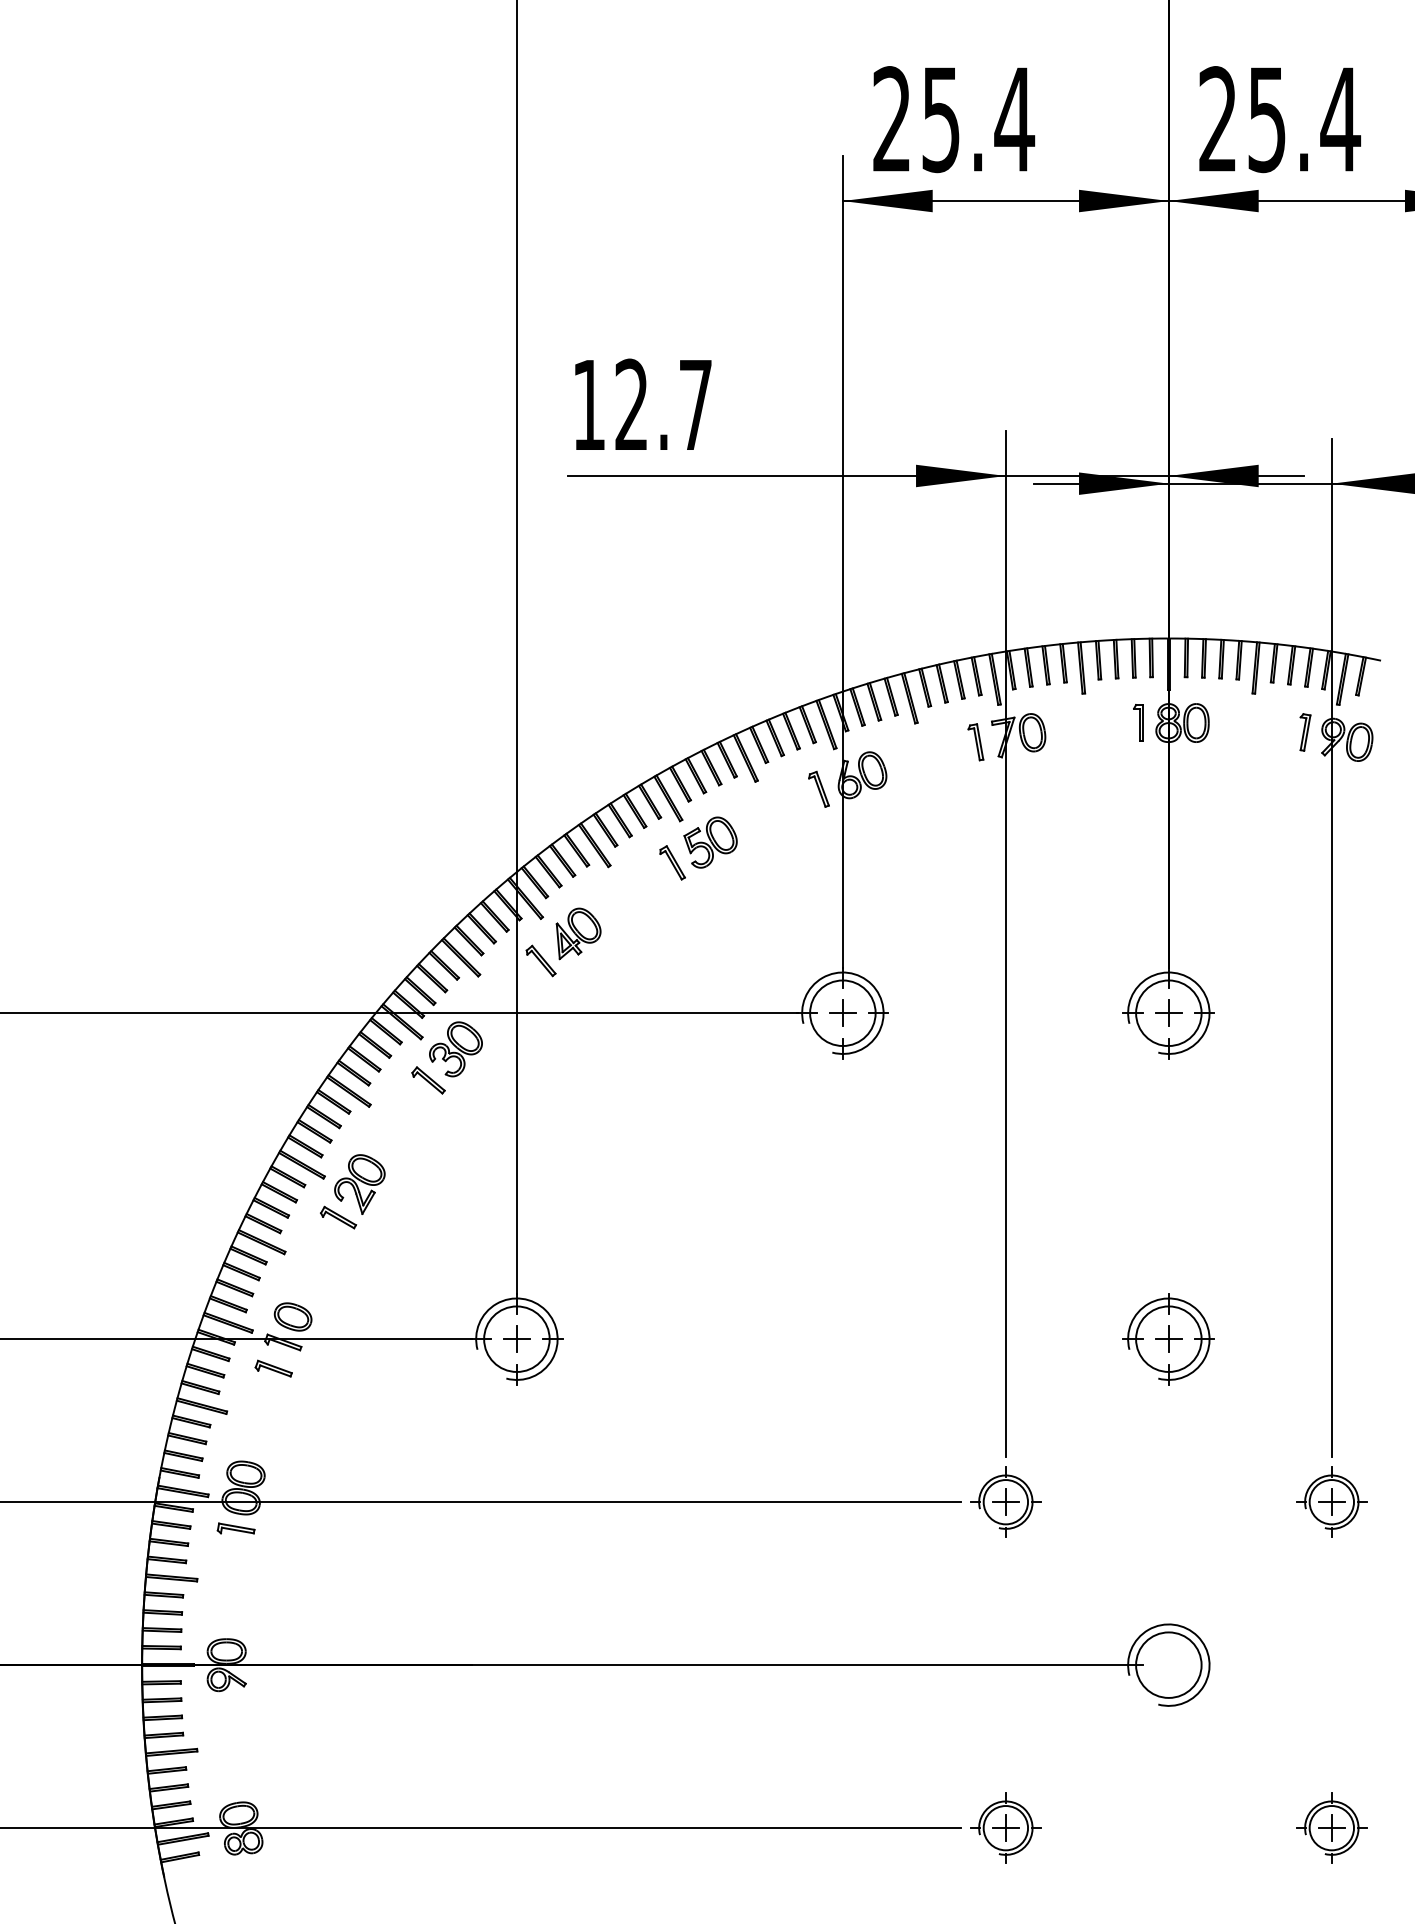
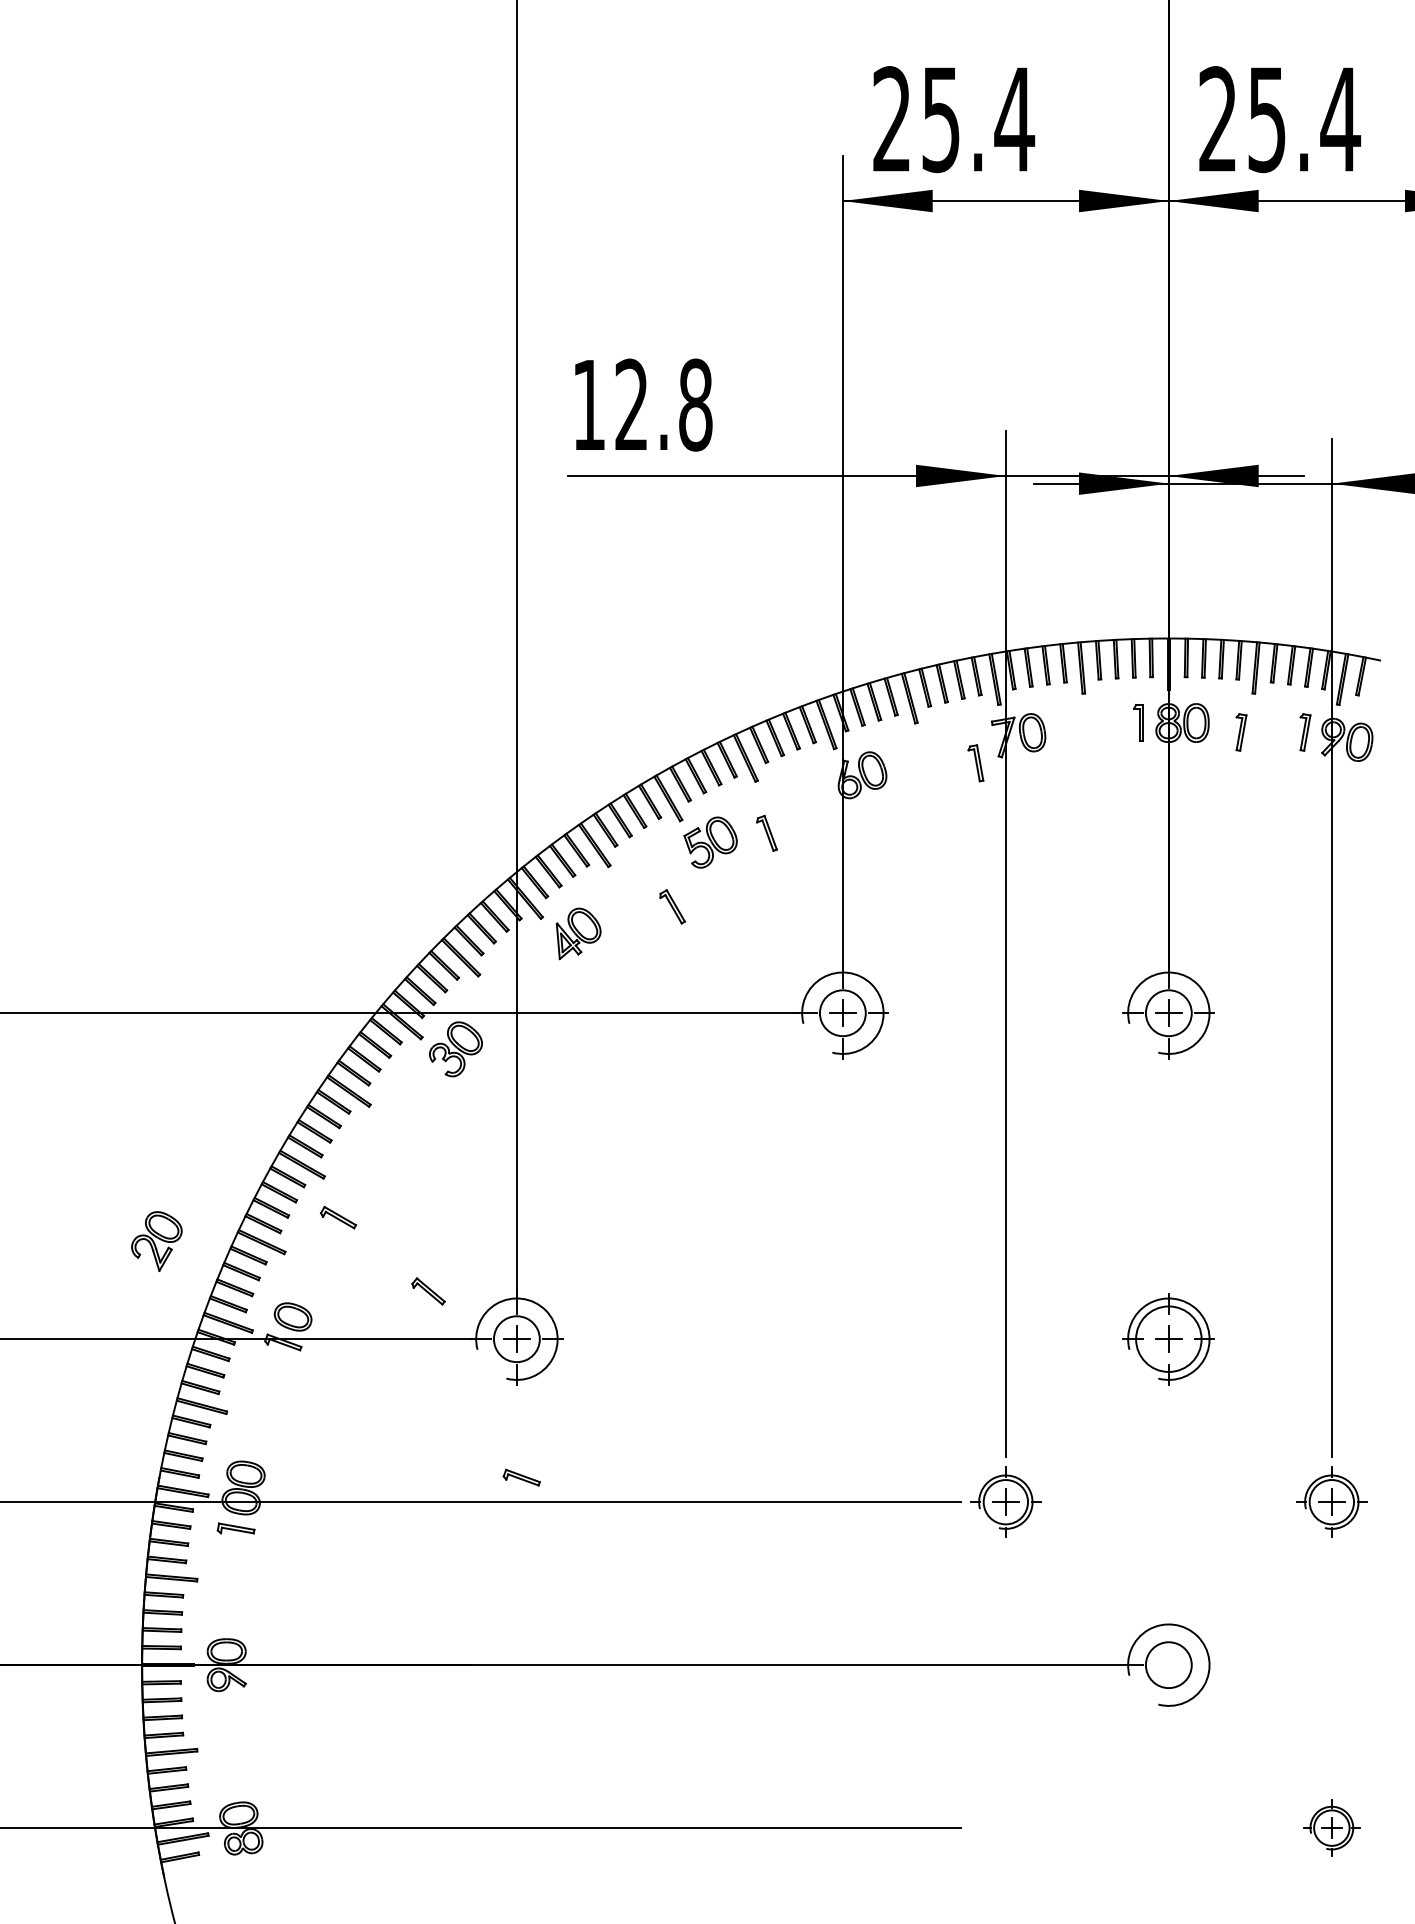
text at (695, 404): 12.7 -> 12.8
part at (1241, 732): none -> present
part at (975, 742) position: (975, 742) -> (975, 763)
part at (818, 788) position: (818, 788) -> (766, 832)
part at (672, 862) position: (672, 862) -> (672, 906)
part at (540, 960): present -> none
circle at (842, 1013) diameter: 66 px -> 46 px
circle at (1168, 1013) diameter: 66 px -> 46 px
part at (428, 1080) position: (428, 1080) -> (428, 1291)
part at (359, 1184) position: (359, 1184) -> (156, 1241)
circle at (516, 1338) diameter: 66 px -> 46 px
part at (273, 1368) position: (273, 1368) -> (521, 1477)
circle at (1168, 1664) diameter: 66 px -> 46 px
part at (1005, 1827): present -> none
part at (1331, 1827) size: 72x72 px -> 58x58 px
